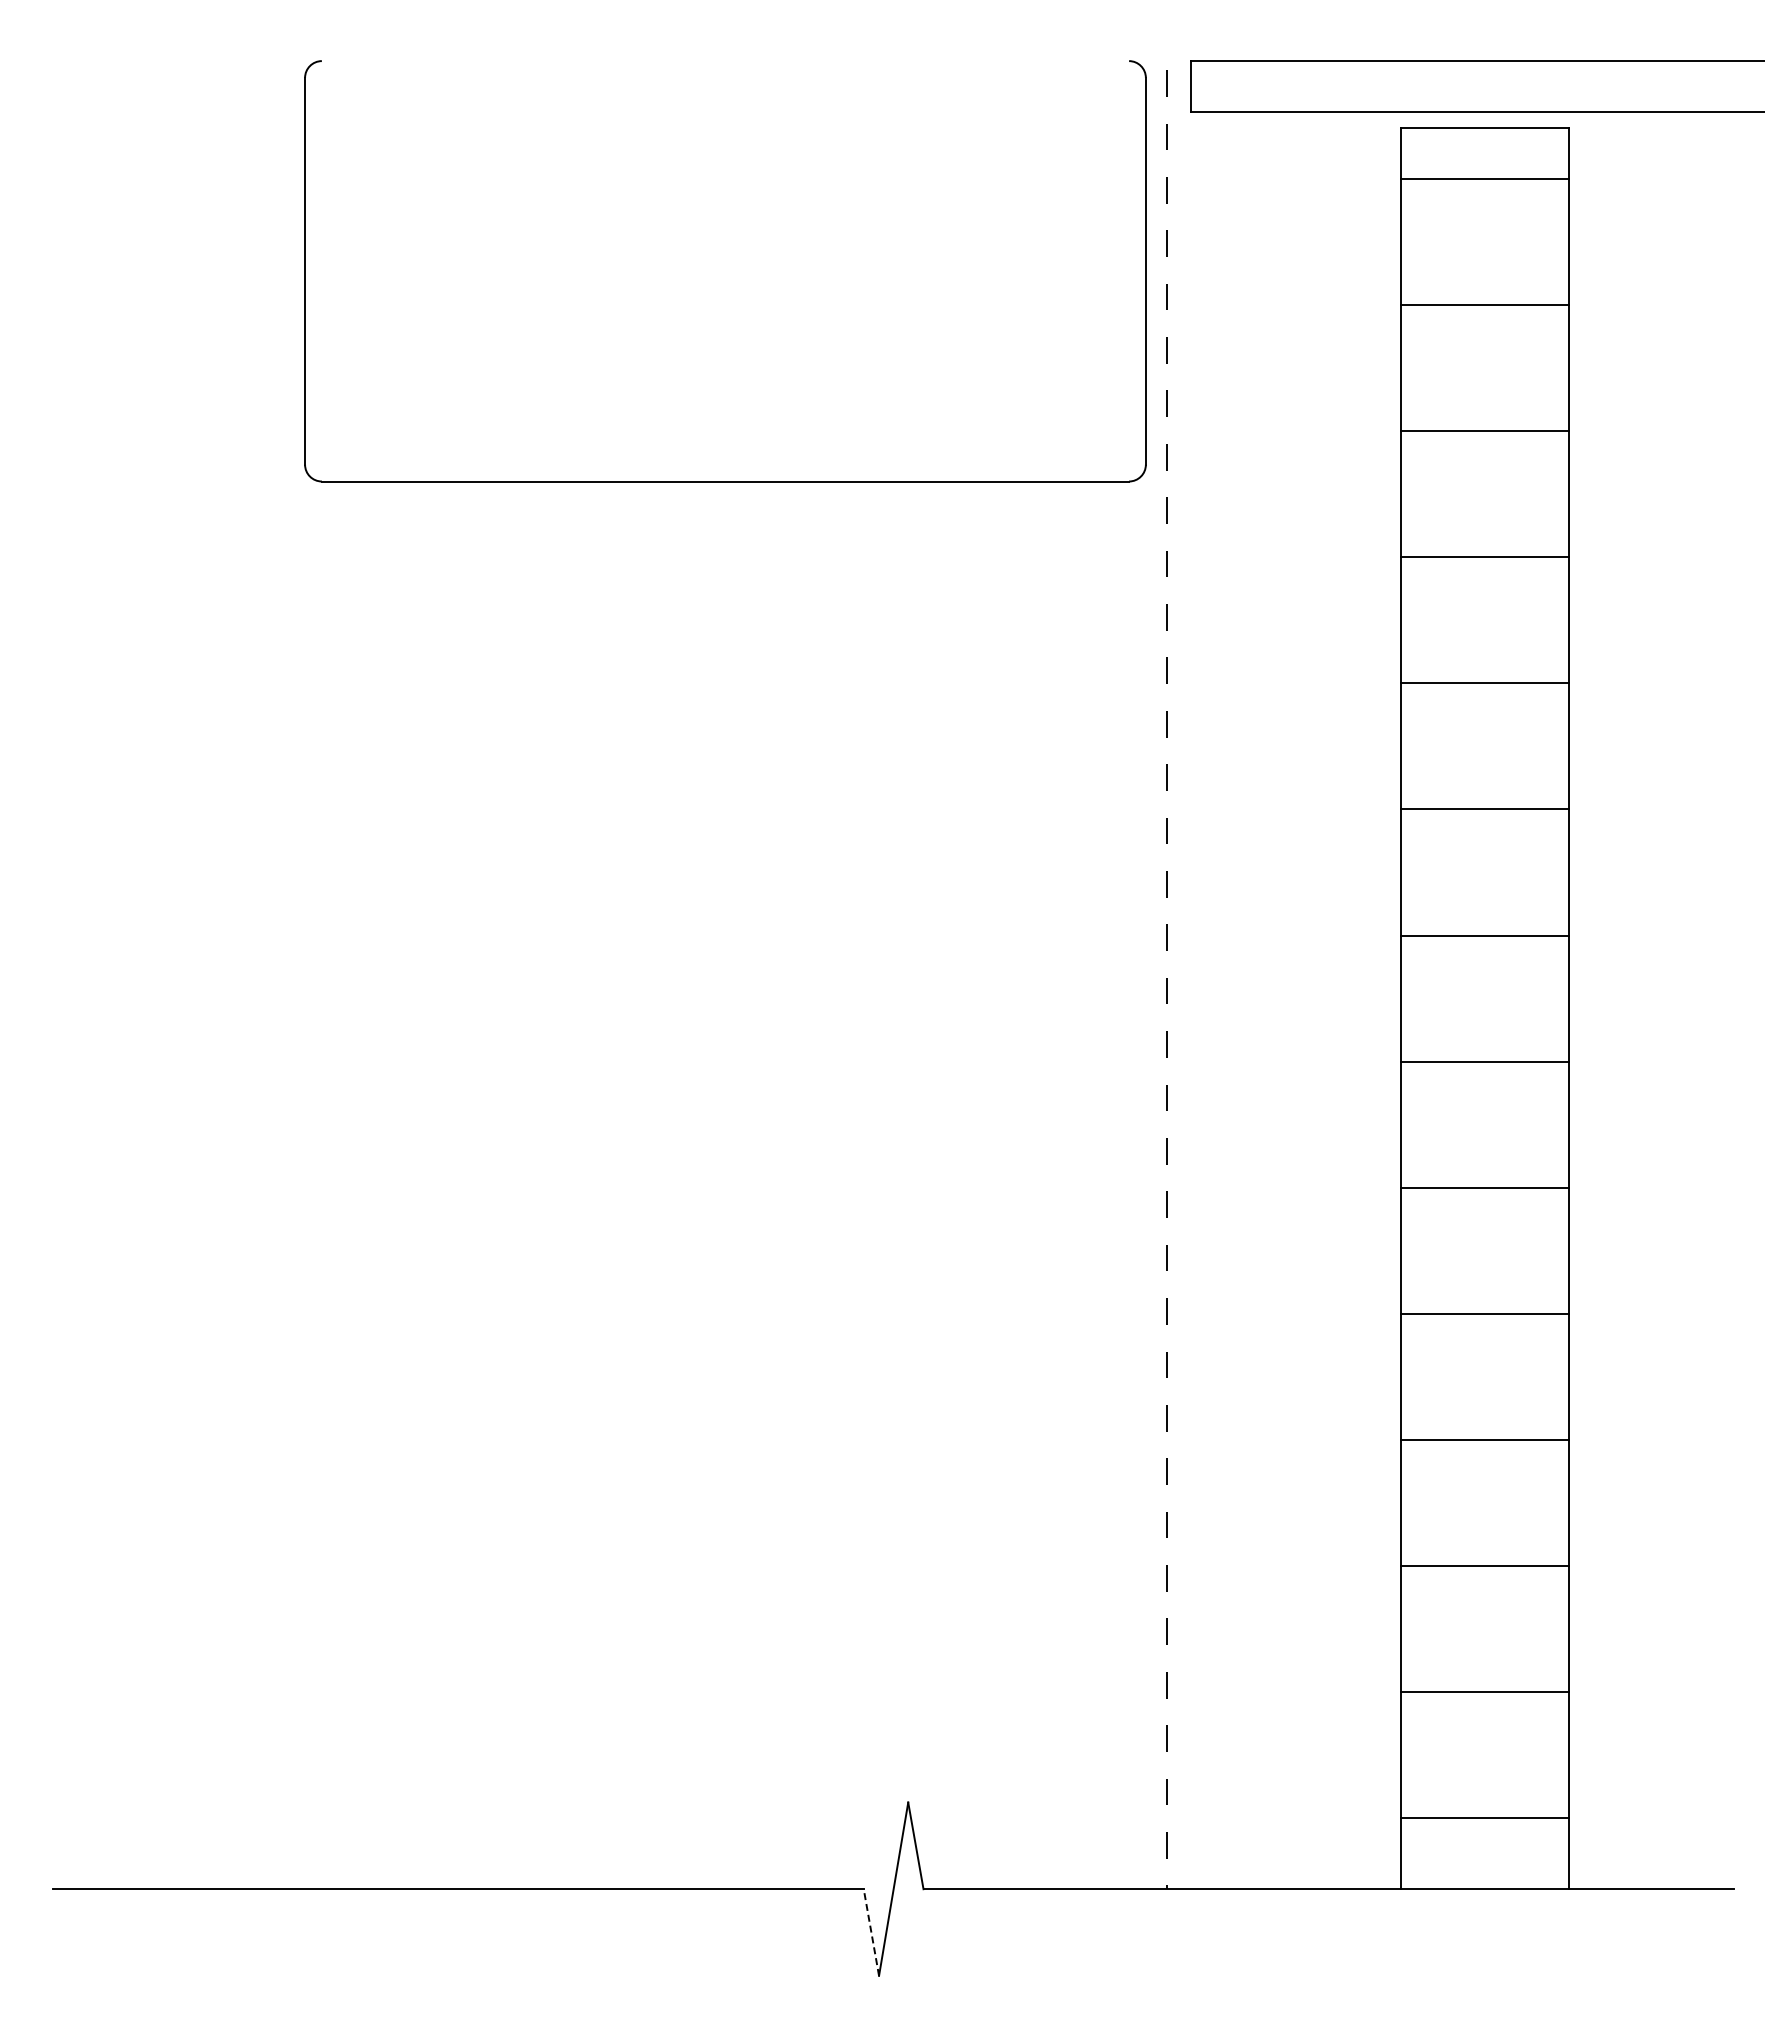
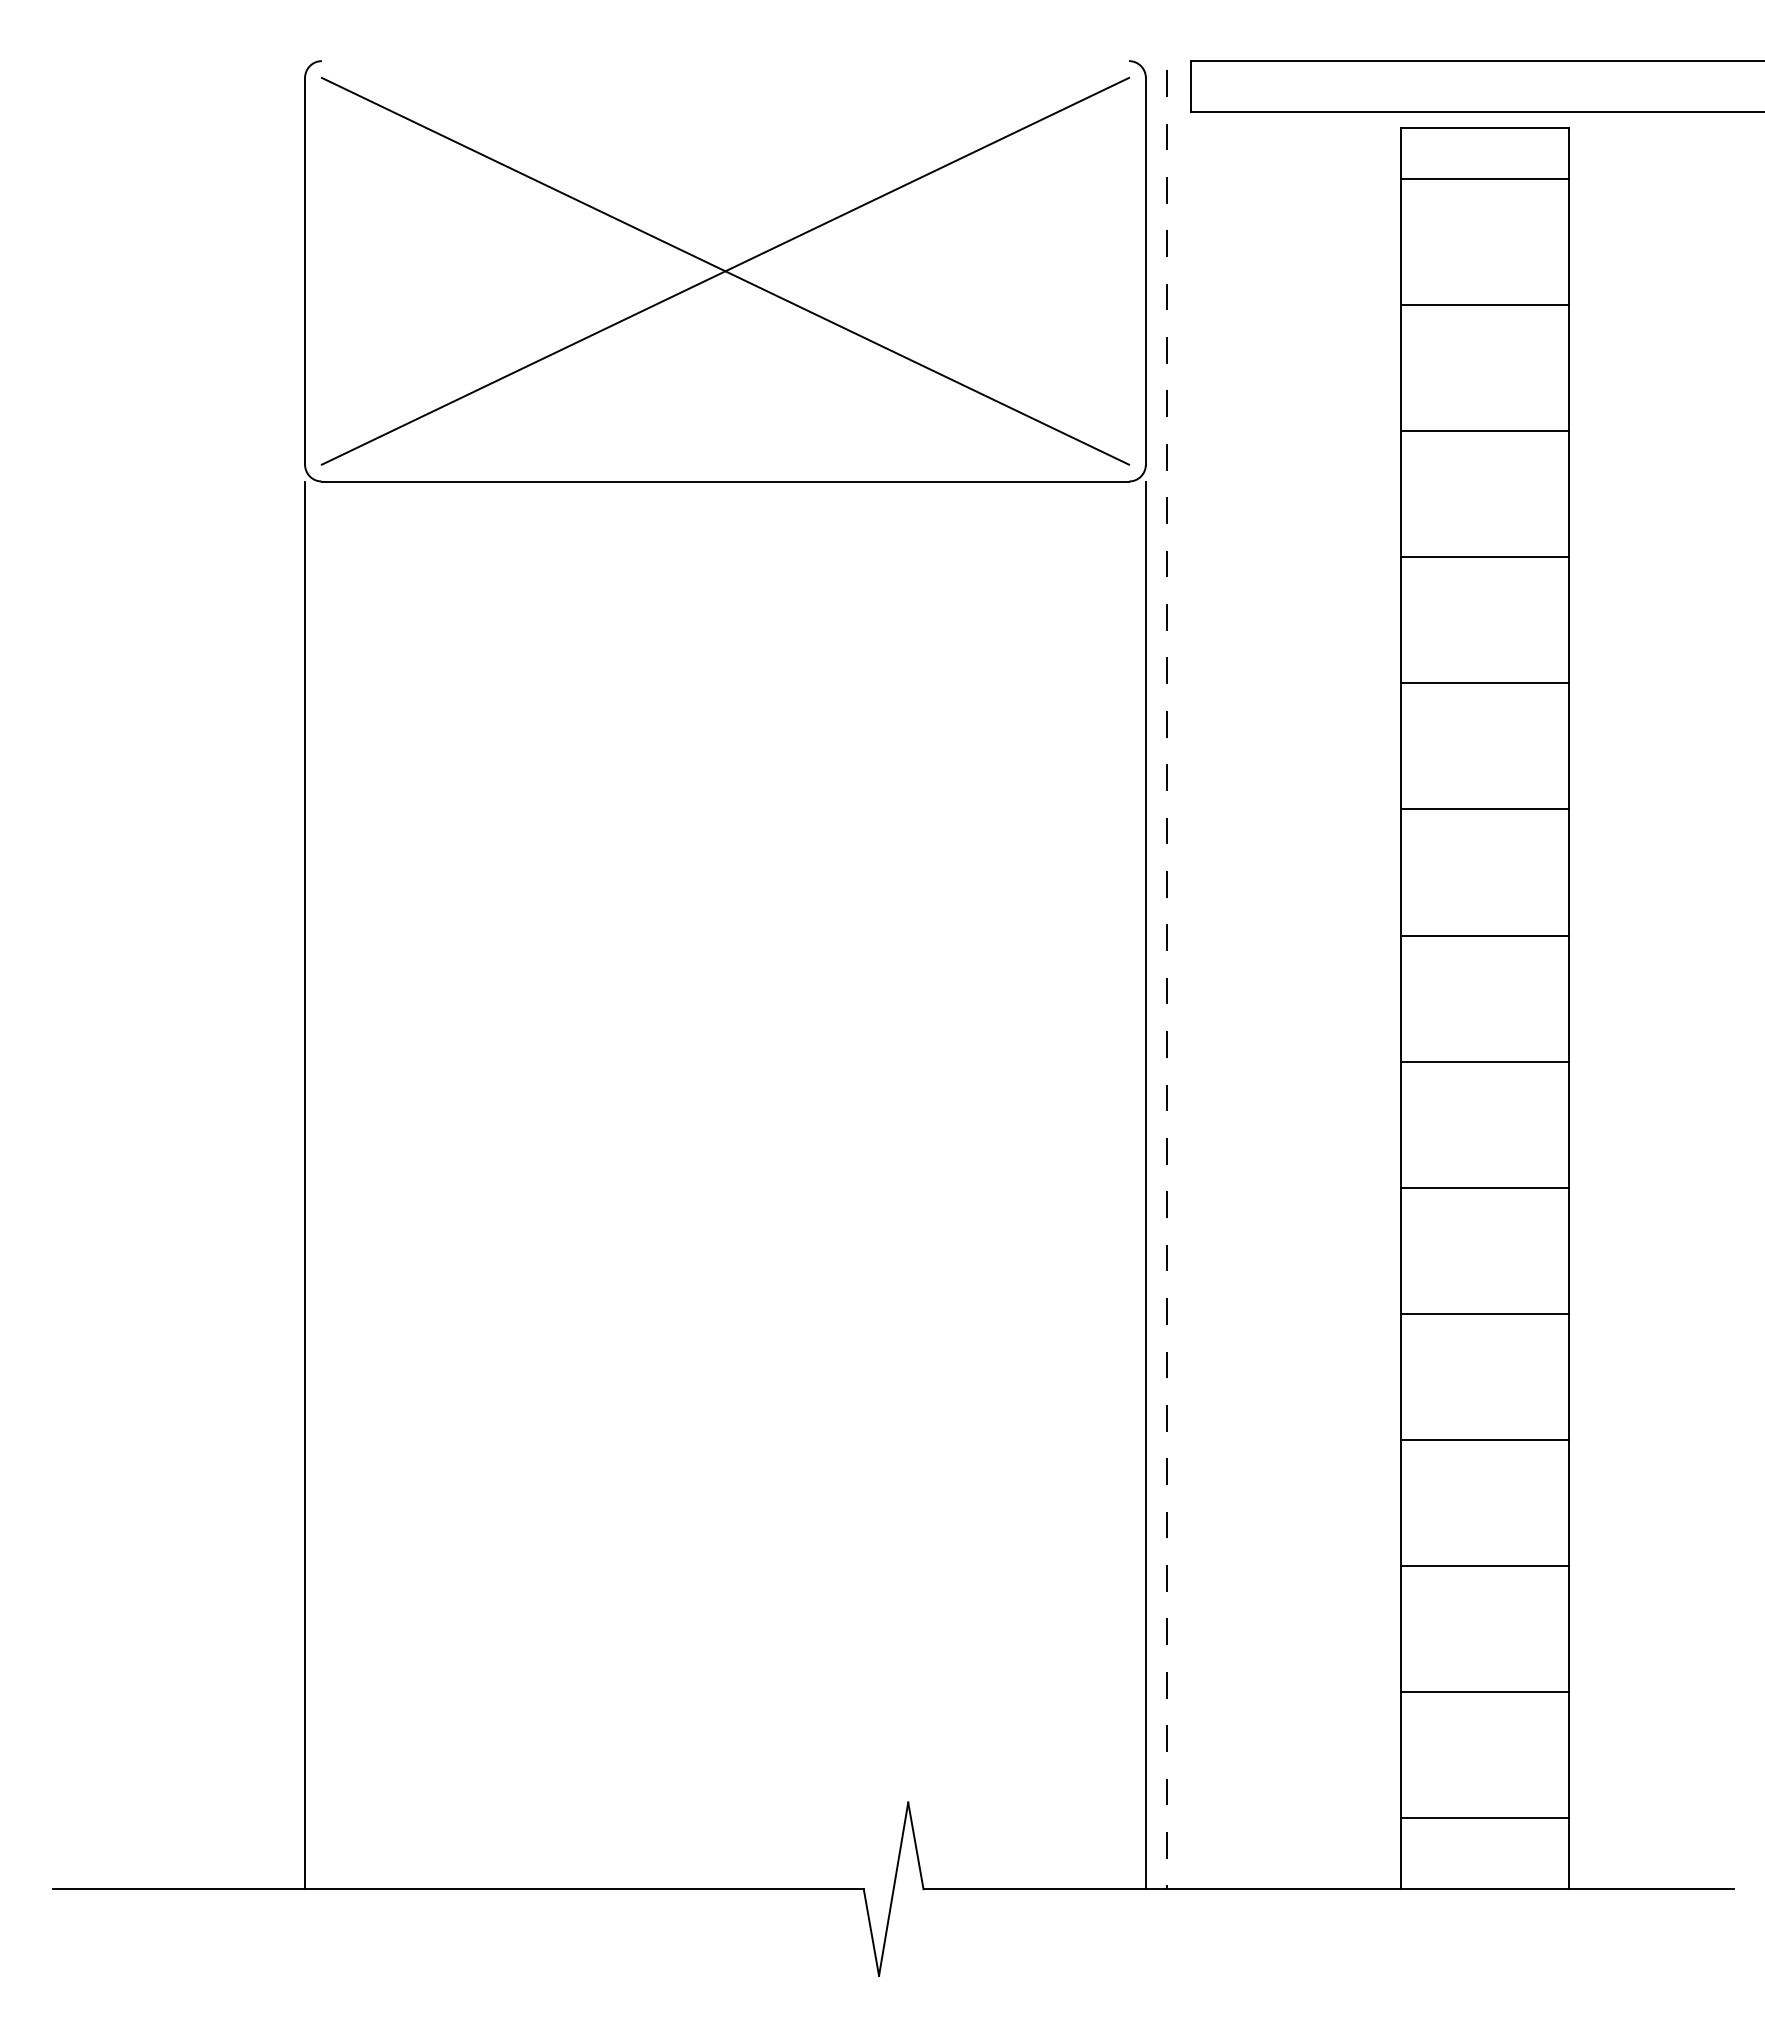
part at (725, 270): none -> present
line at (305, 1185): none -> present
line at (1145, 1185): none -> present
line at (871, 1932): dashed -> solid
